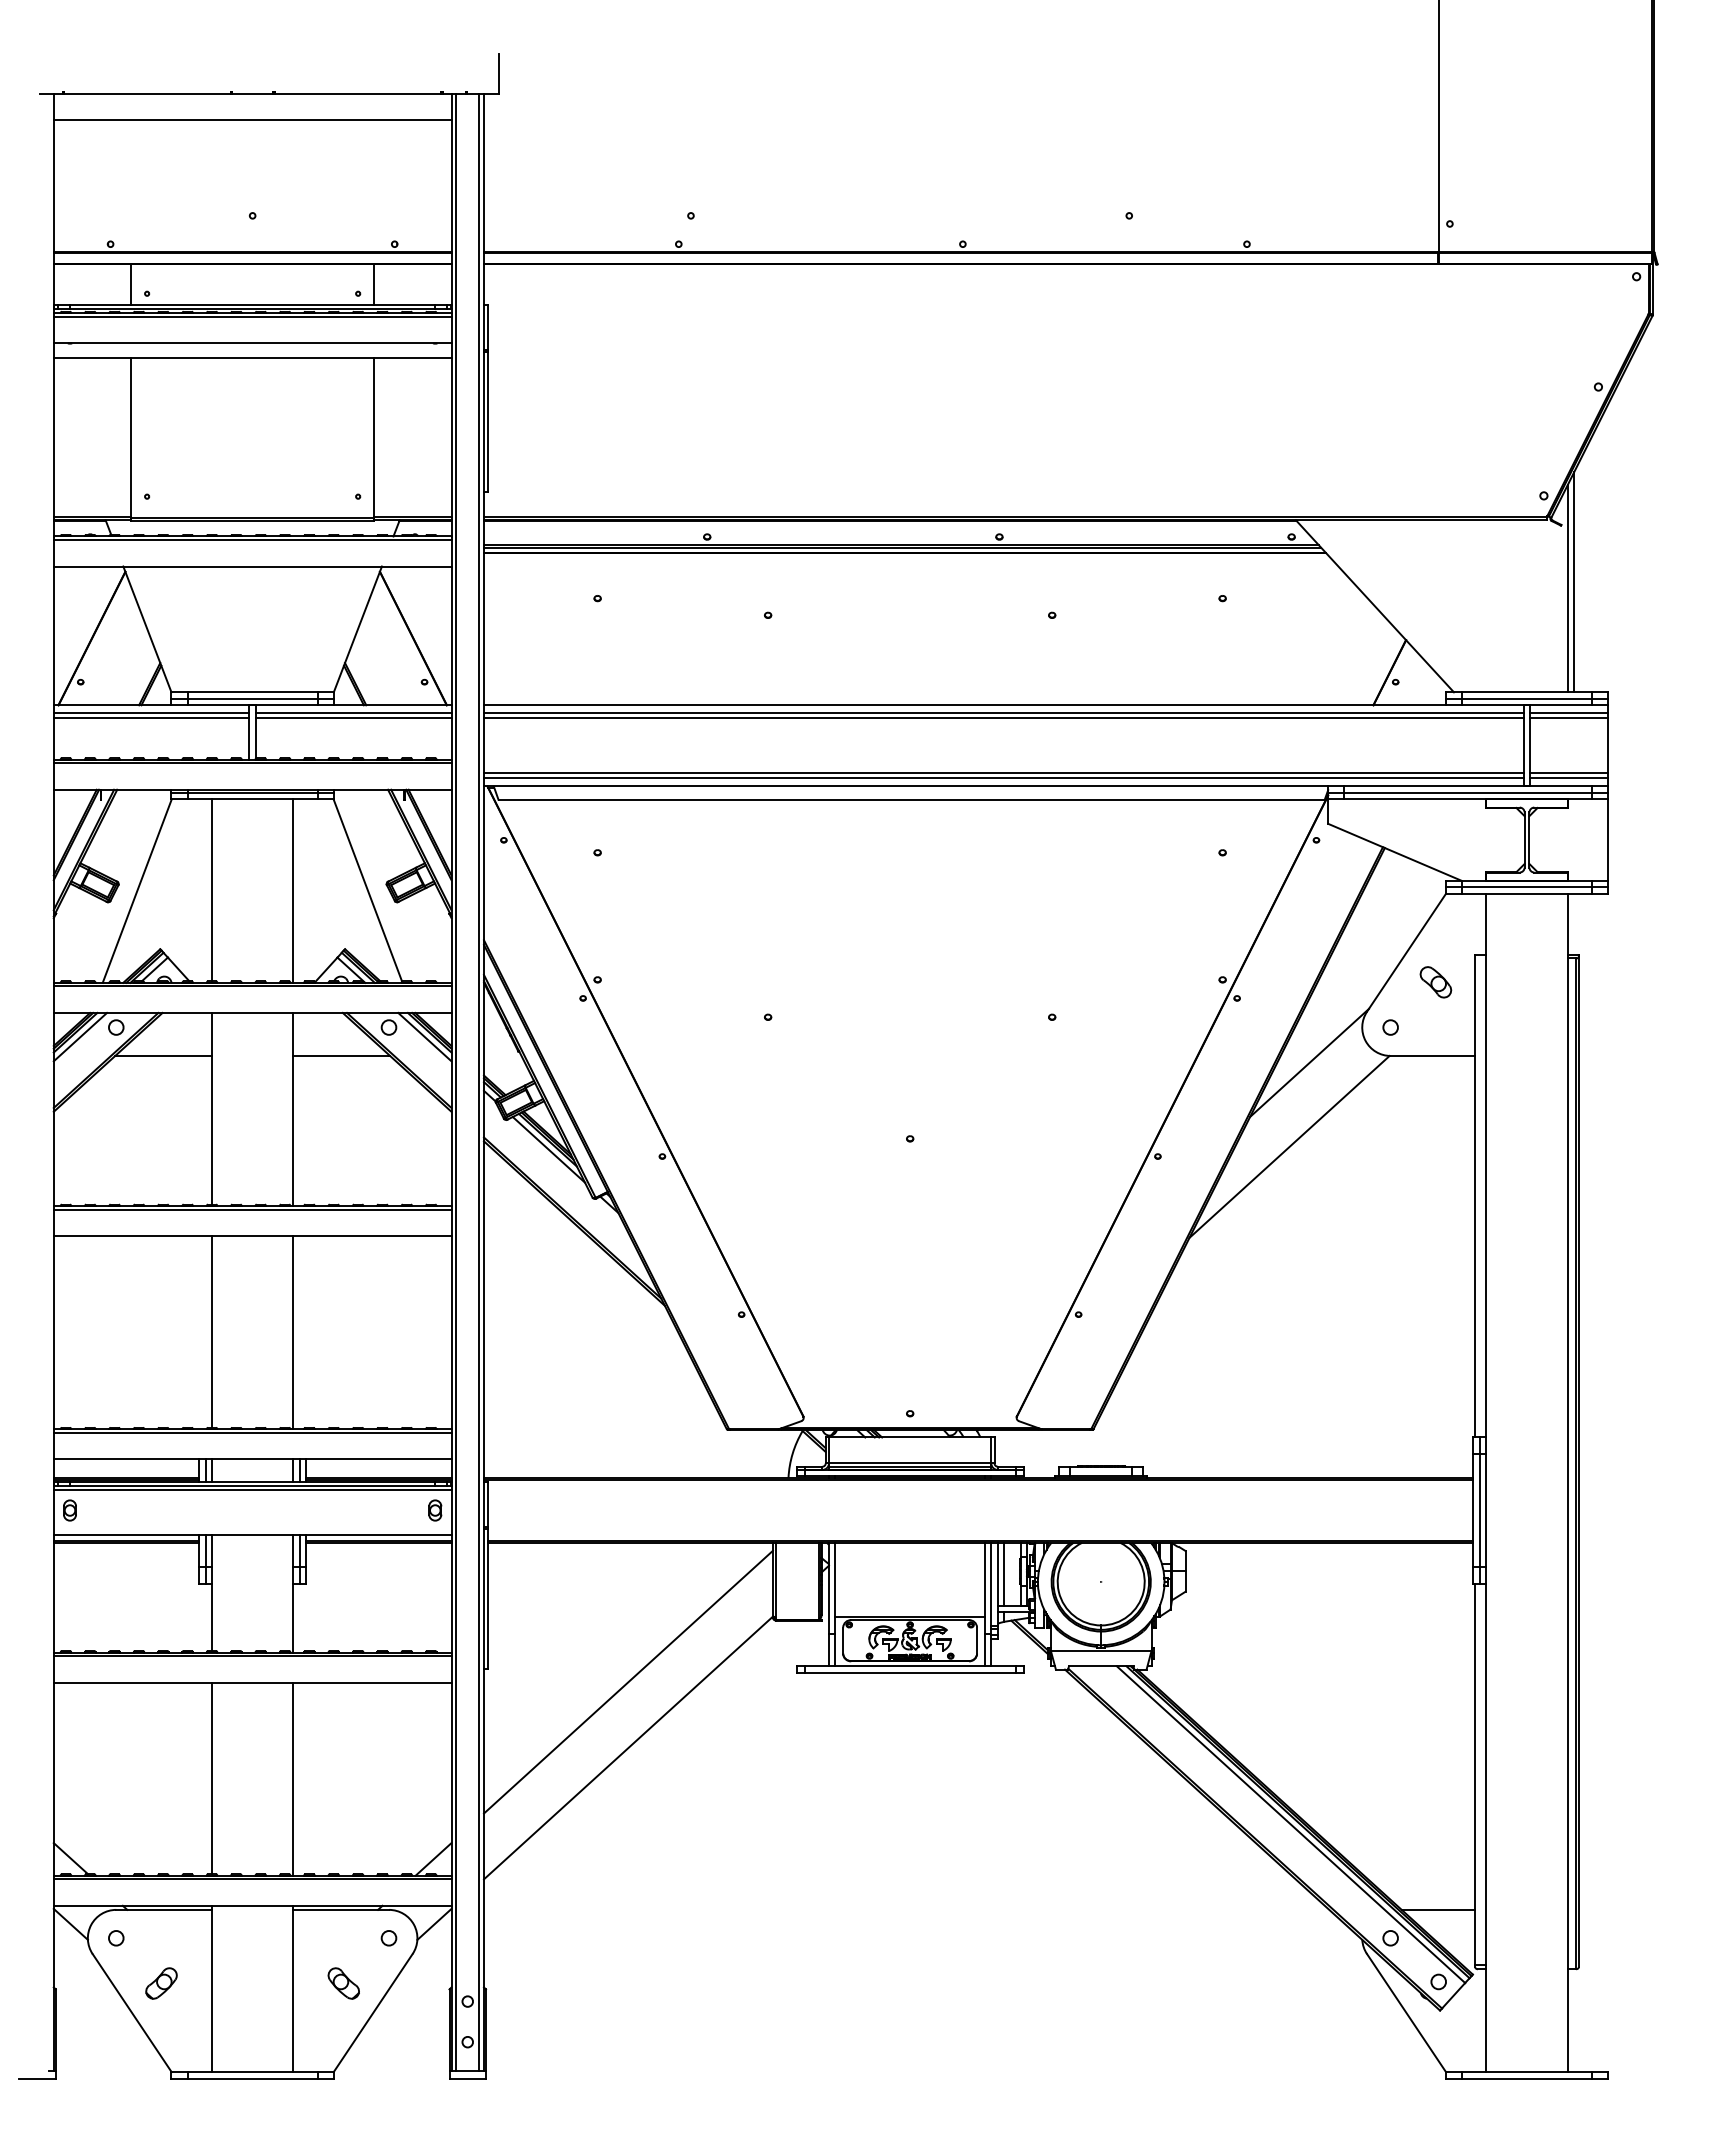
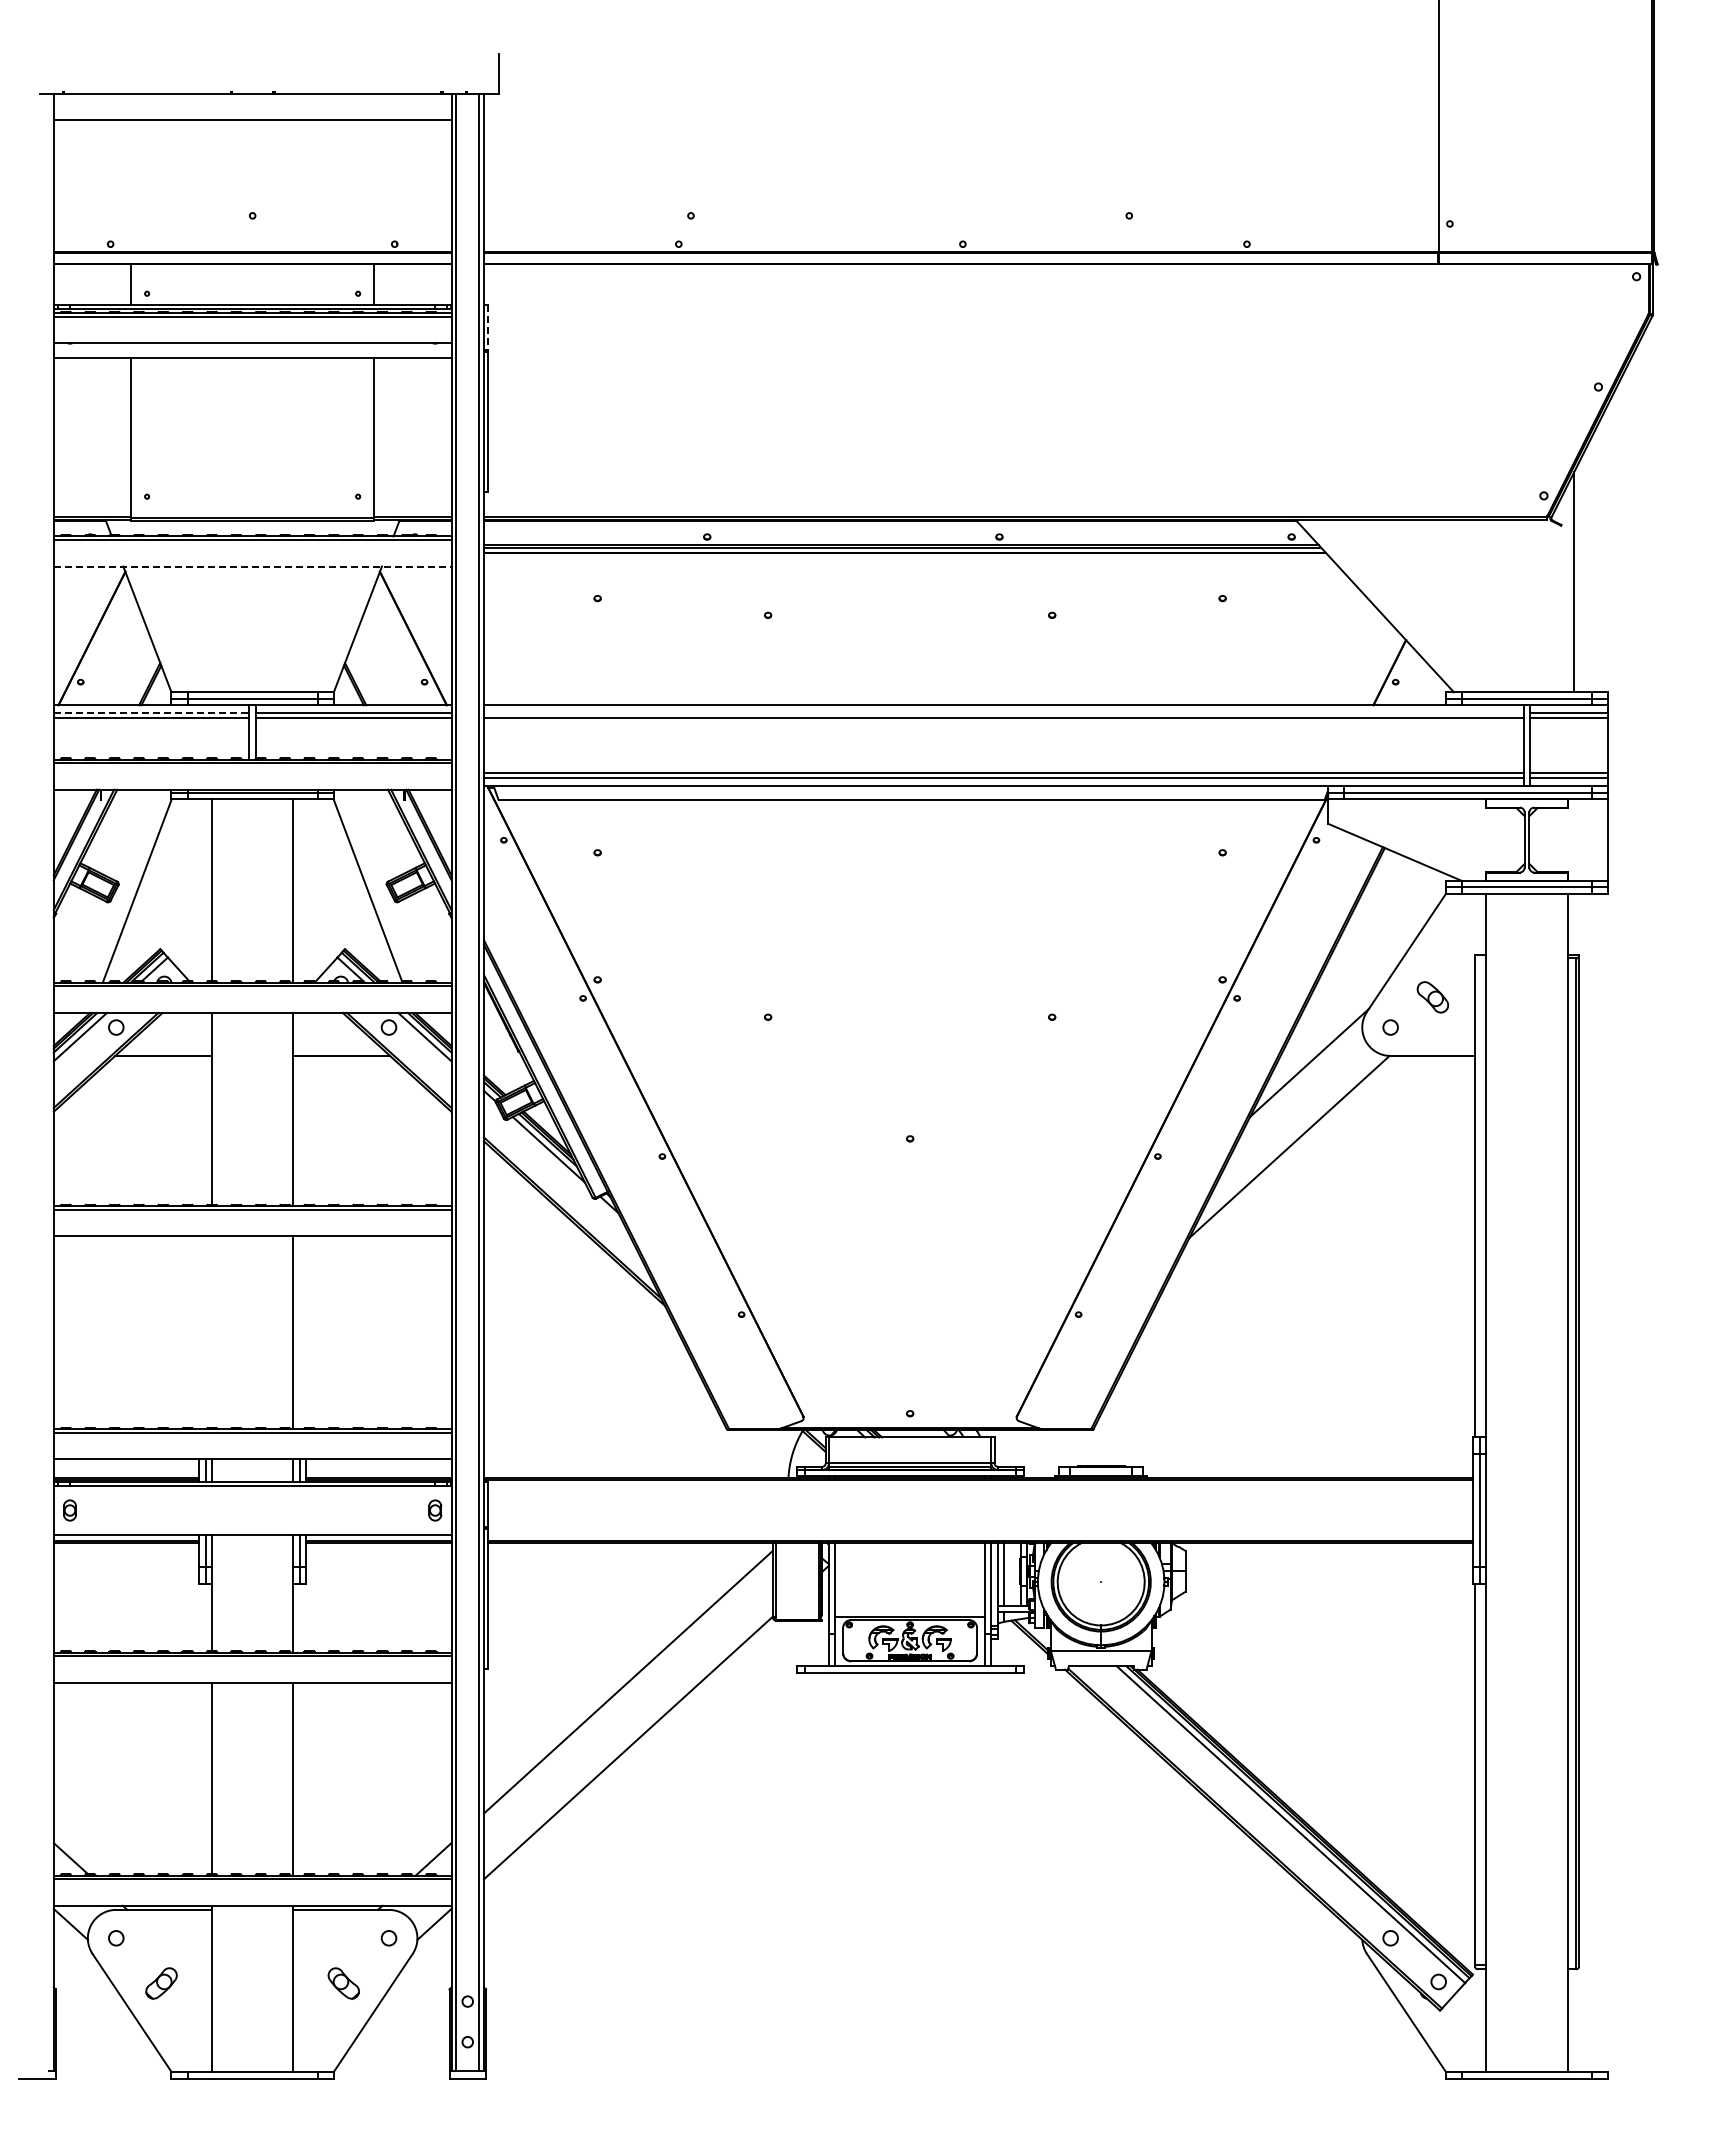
line at (488, 327): solid -> dashed
line at (252, 566): solid -> dashed
line at (1567, 588): present -> none
line at (151, 713): solid -> dashed
line at (1003, 713): present -> none
part at (1435, 982) position: (1435, 982) -> (1432, 997)
line at (212, 1331): present -> none
line at (252, 1490): present -> none
line at (1438, 1909): present -> none
